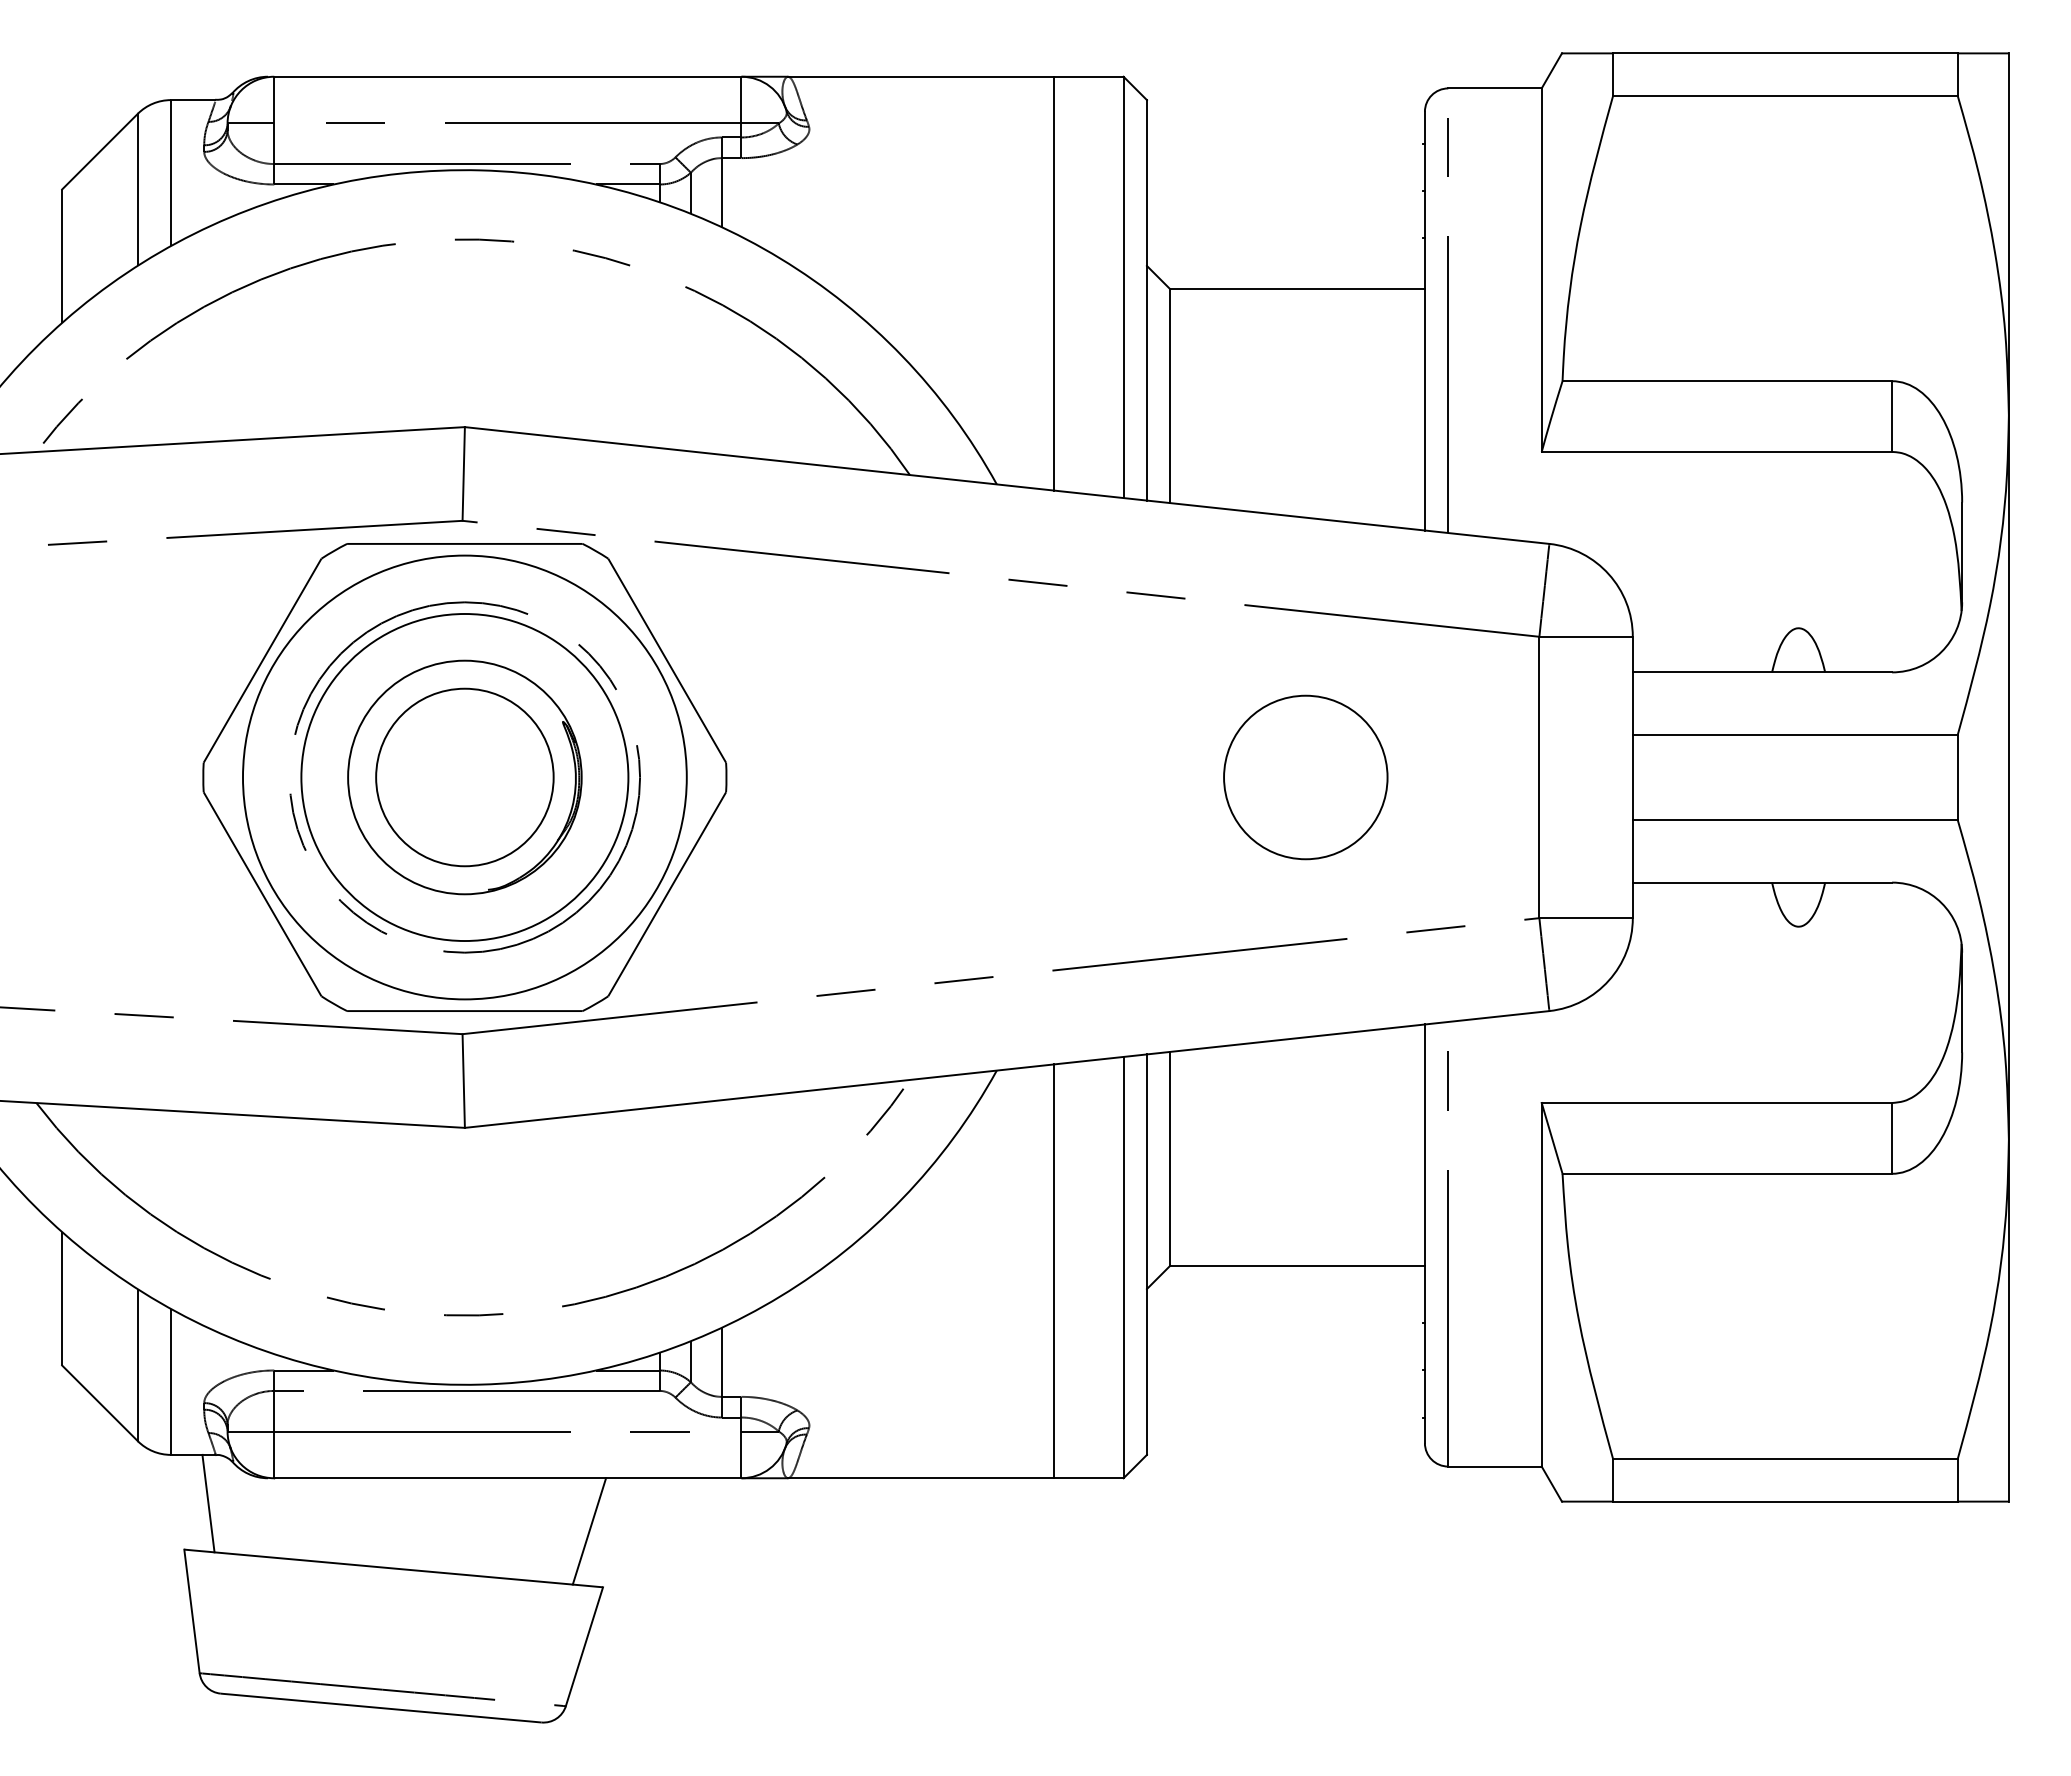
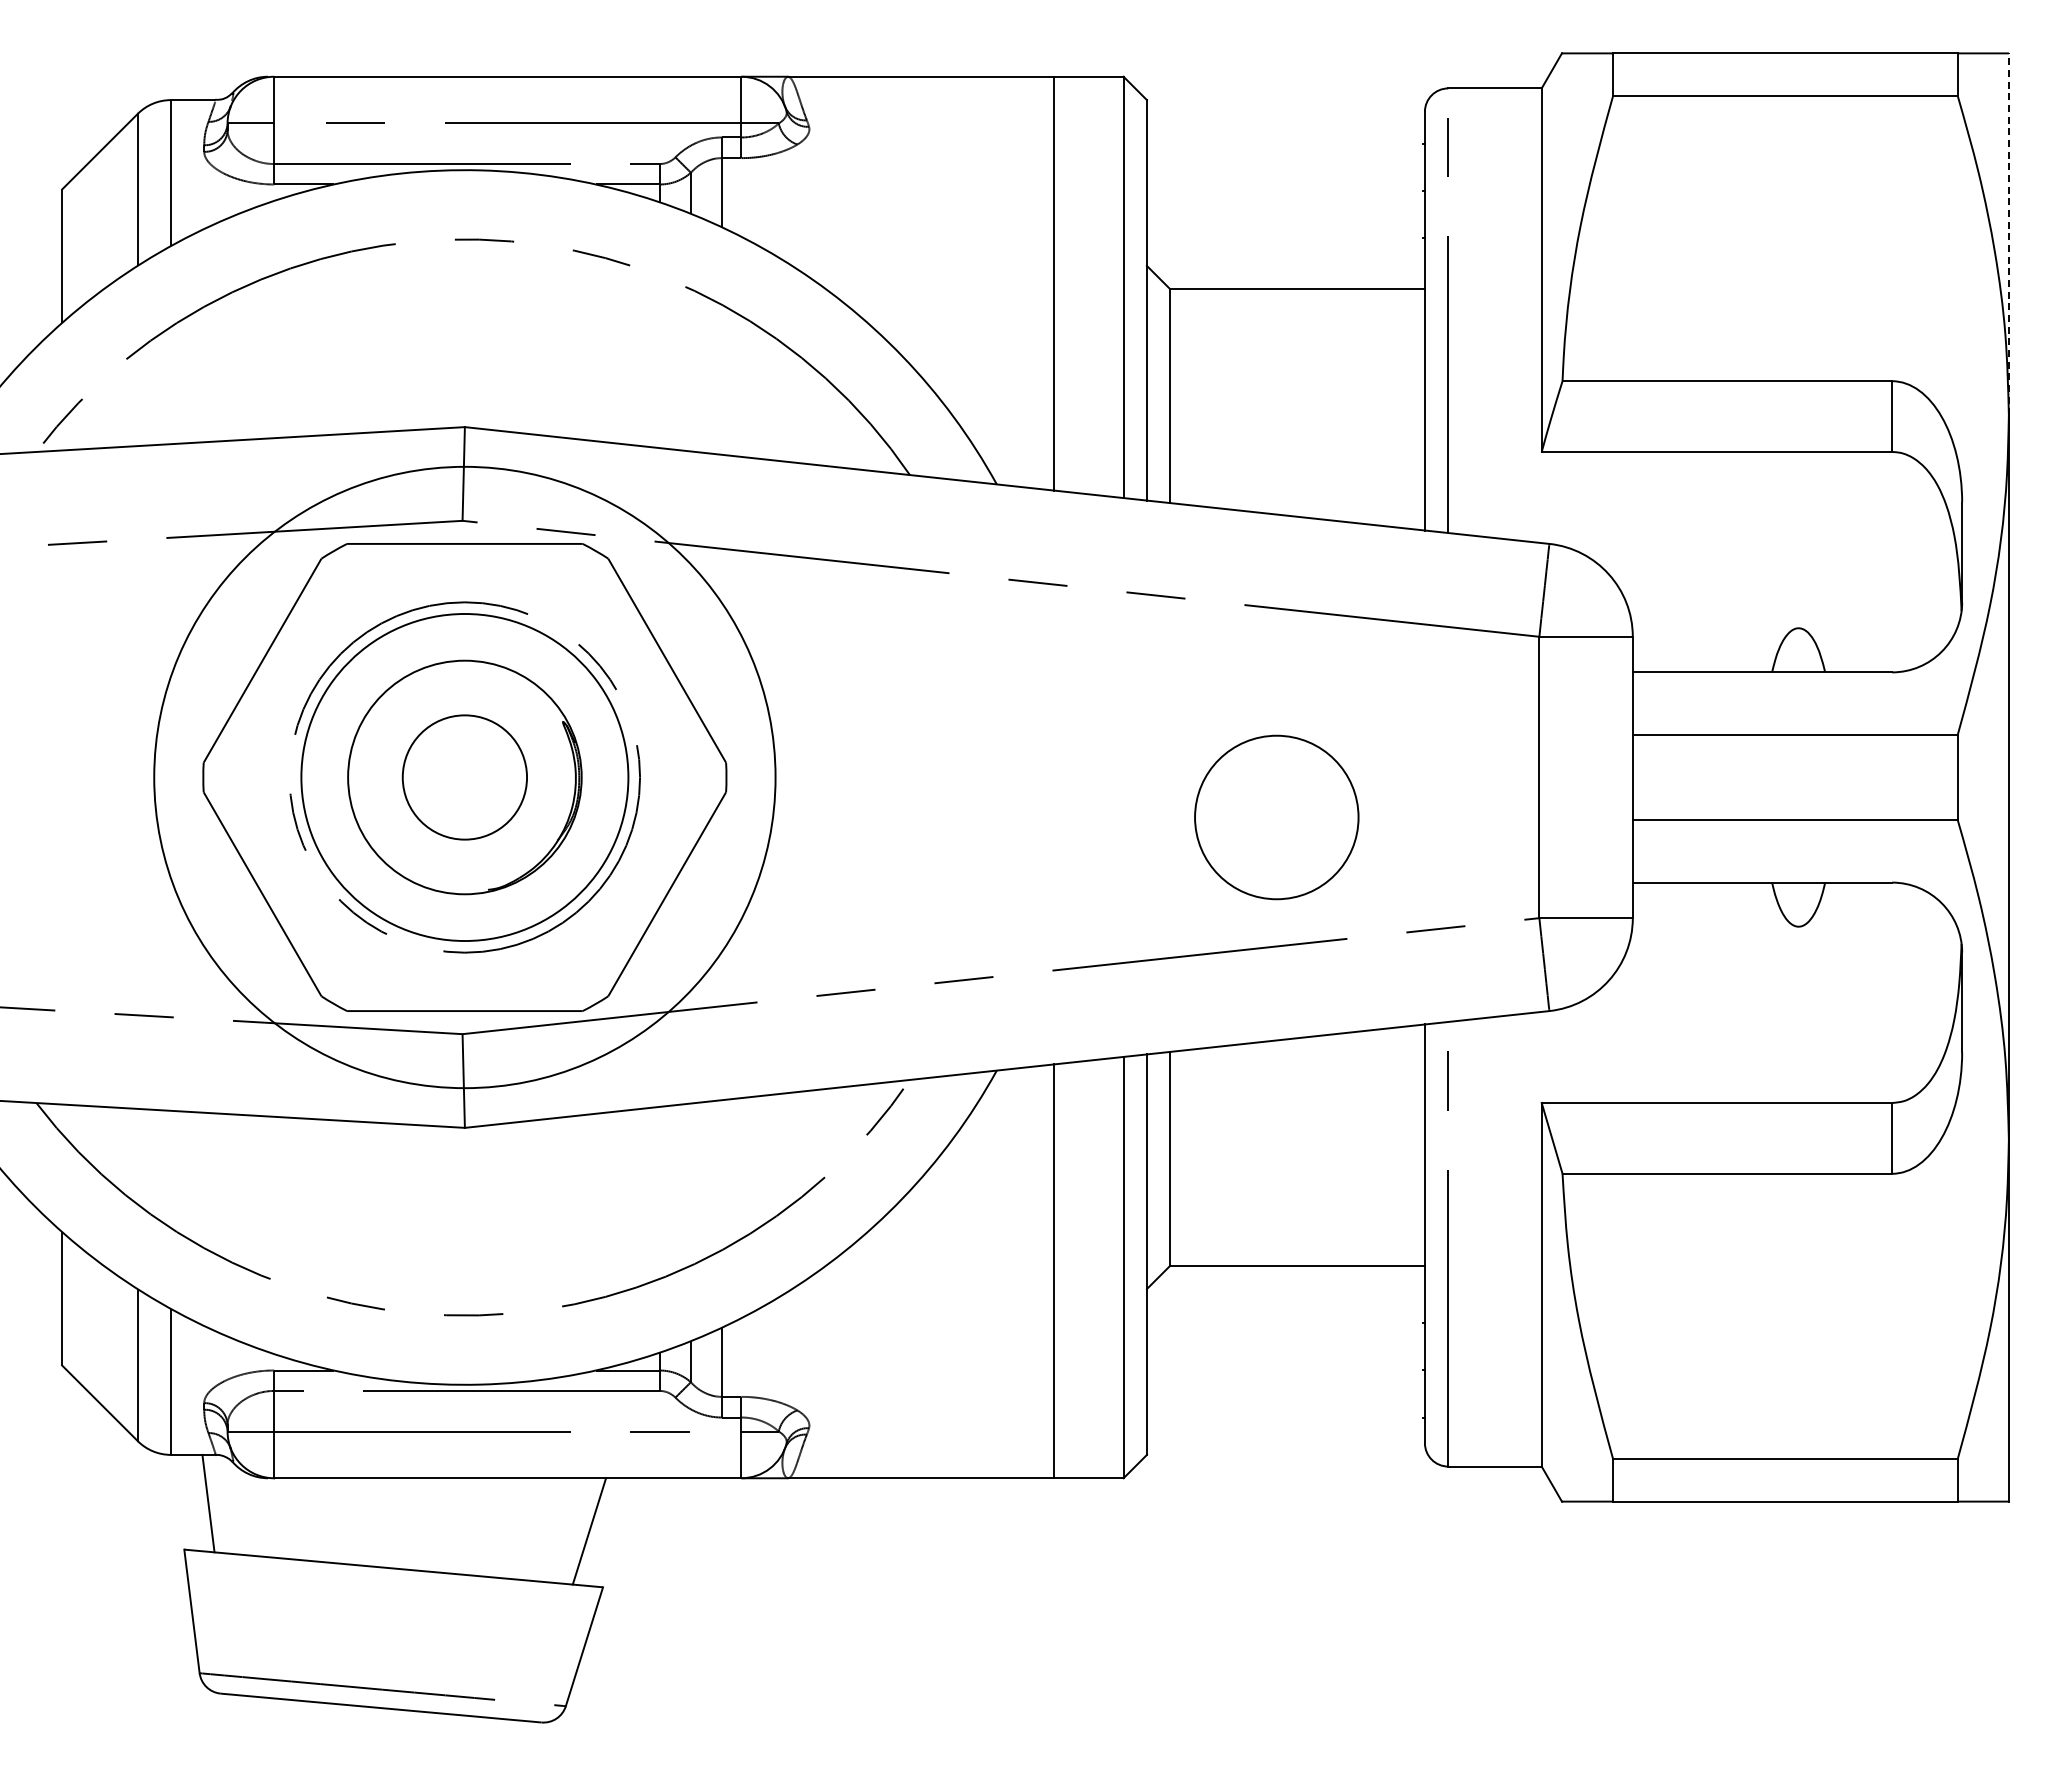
line at (2008, 233): solid -> dashed
circle at (464, 777) diameter: 178 px -> 124 px
circle at (464, 777) diameter: 444 px -> 621 px
circle at (1305, 777) position: (1305, 777) -> (1276, 817)
